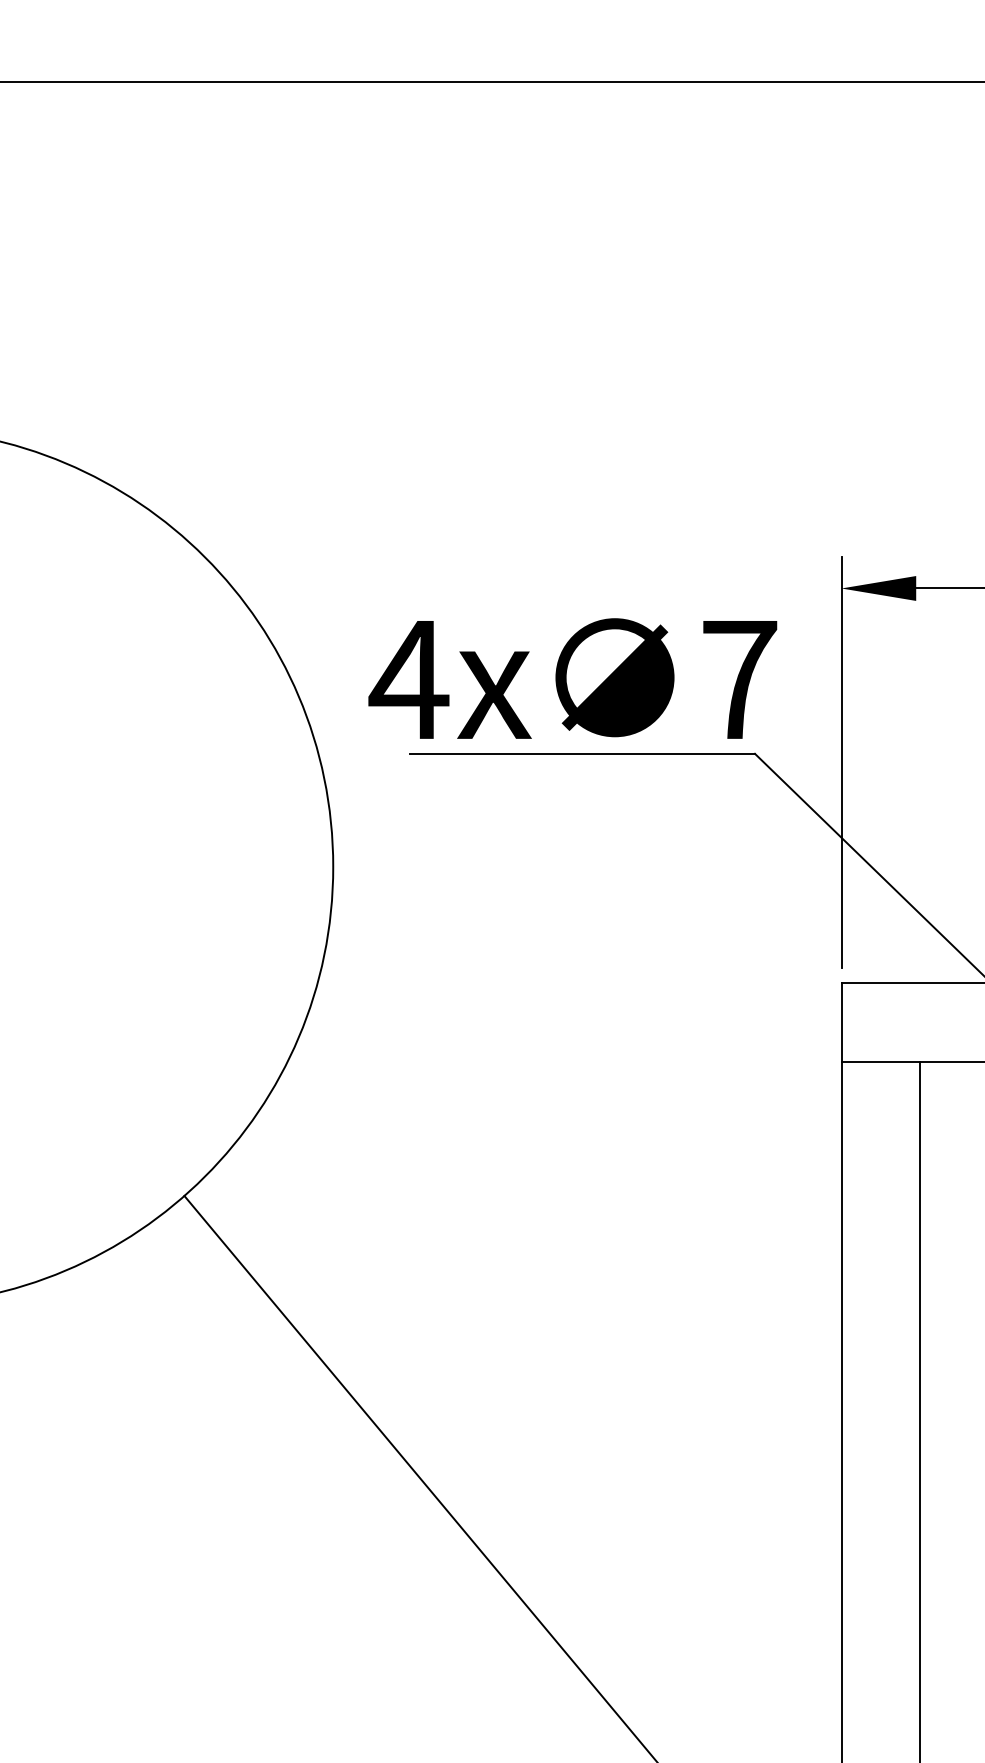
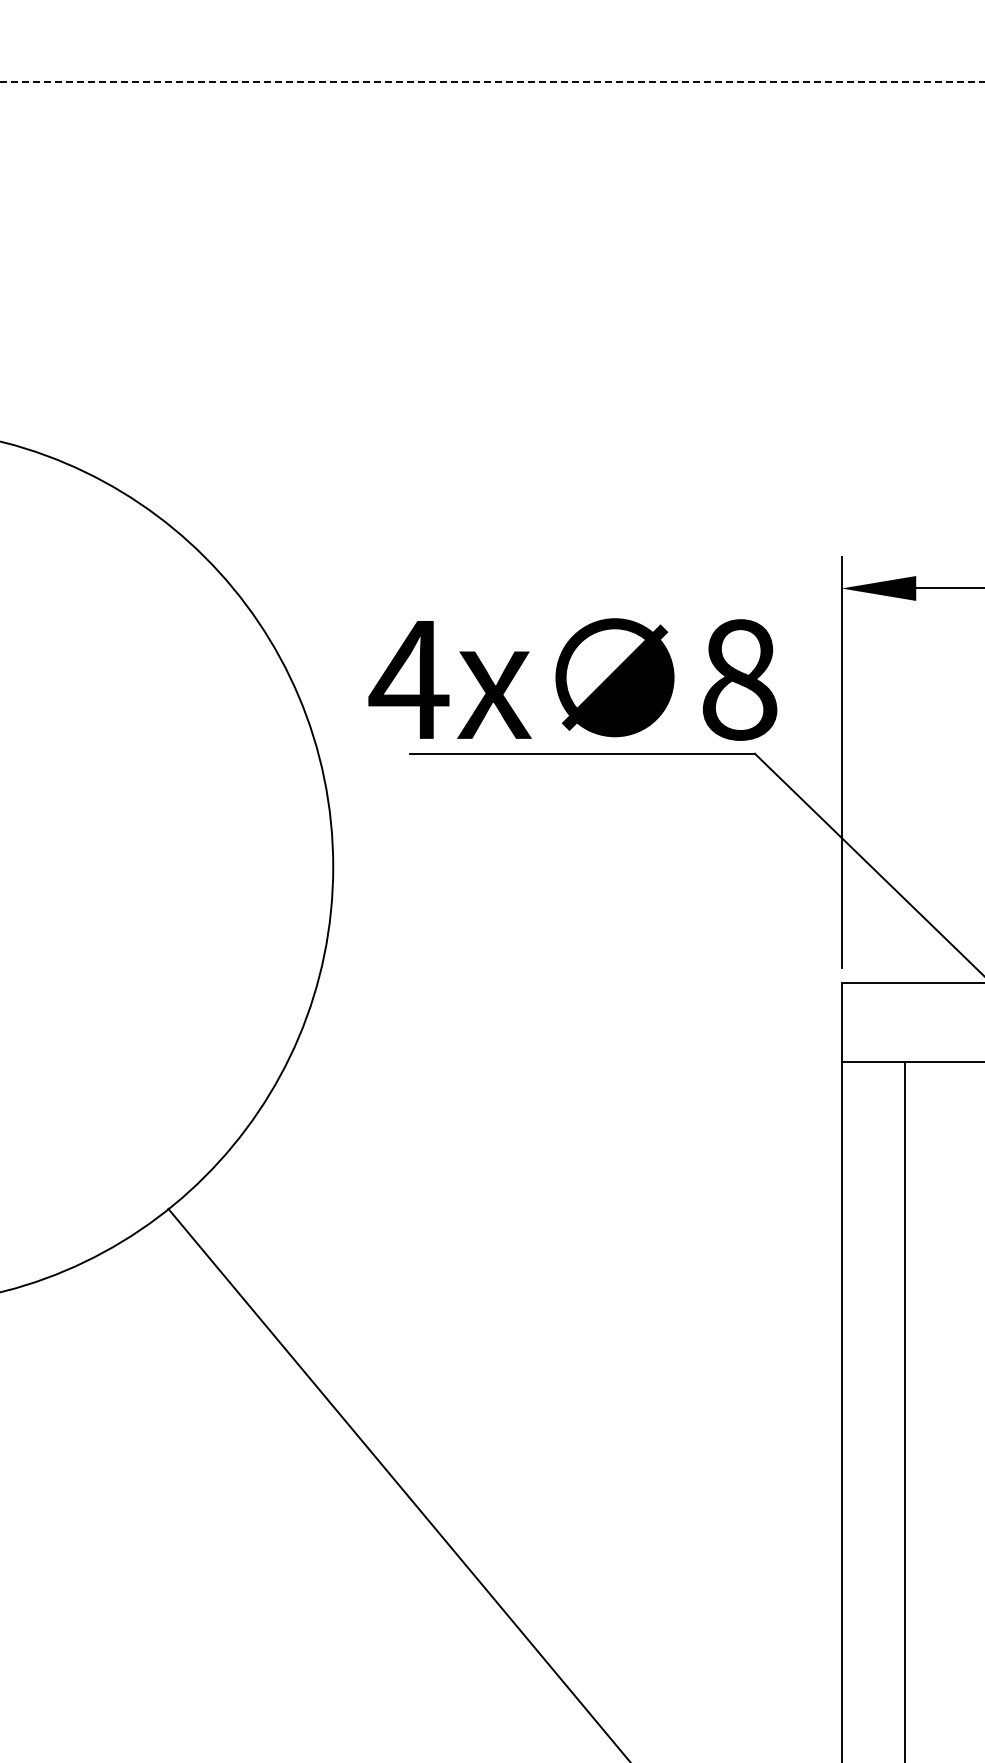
line at (493, 82): solid -> dashed
text at (739, 679): 7 -> 8
line at (920, 1410) position: (920, 1410) -> (905, 1410)
line at (419, 1477) position: (419, 1477) -> (398, 1483)
